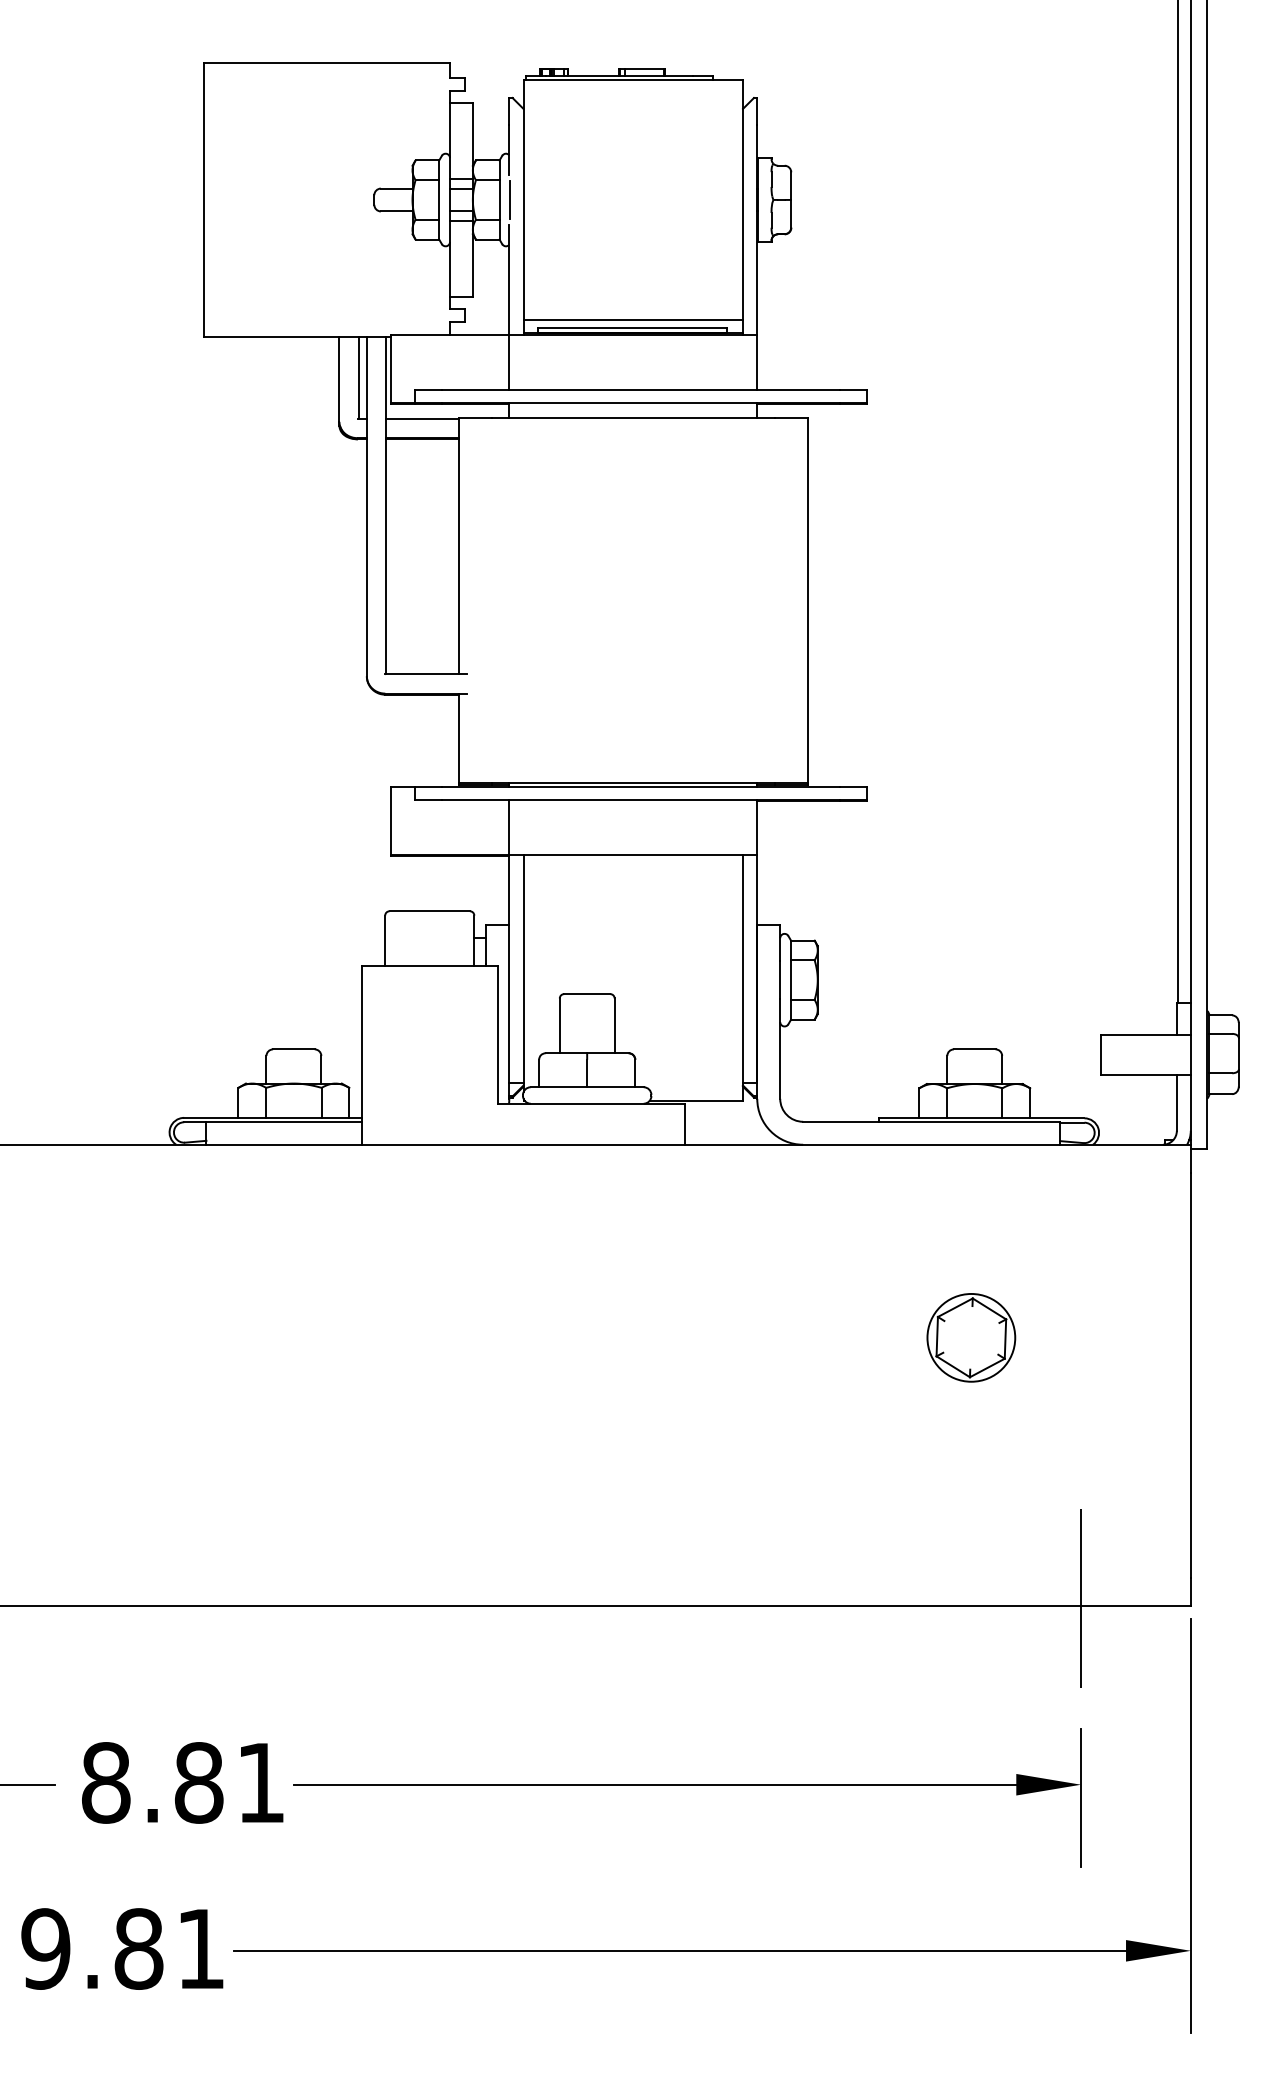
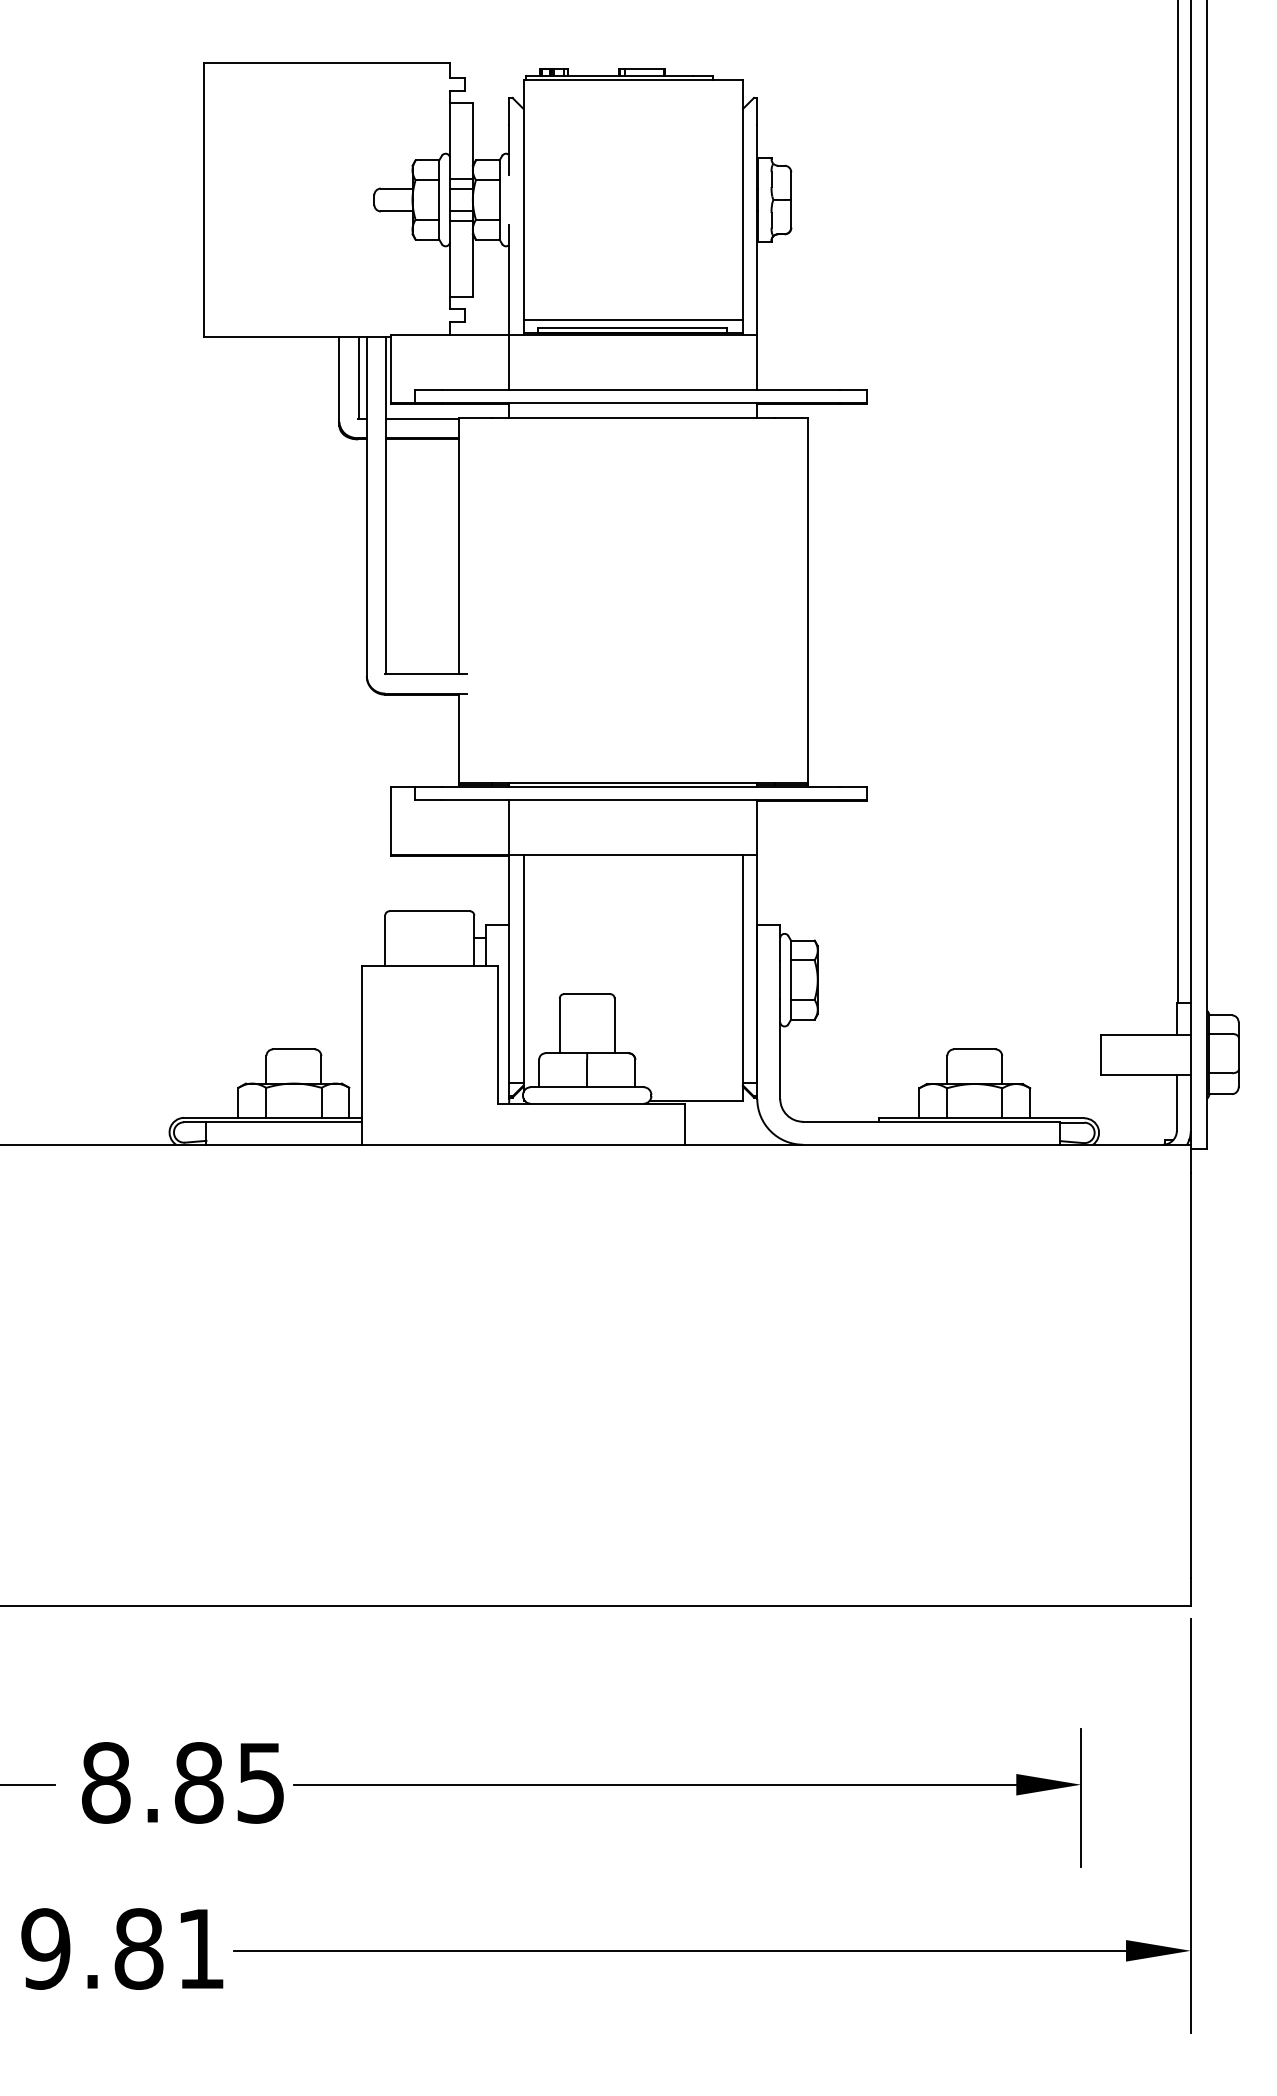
line at (510, 199): present -> none
part at (971, 1337): present -> none
line at (1081, 1598): present -> none
text at (260, 1783): 8.81 -> 8.85
